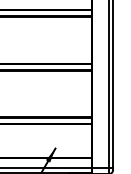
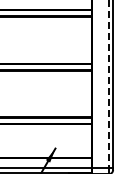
line at (108, 84): solid -> dashed
